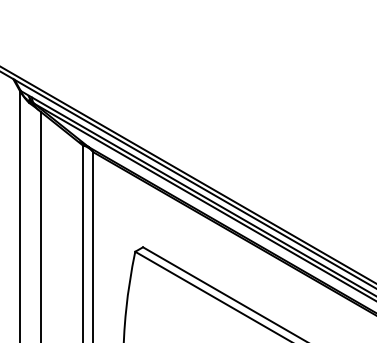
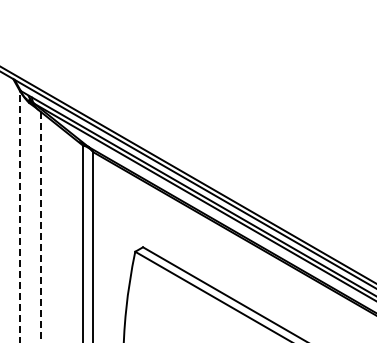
line at (20, 216): solid -> dashed
line at (41, 227): solid -> dashed
